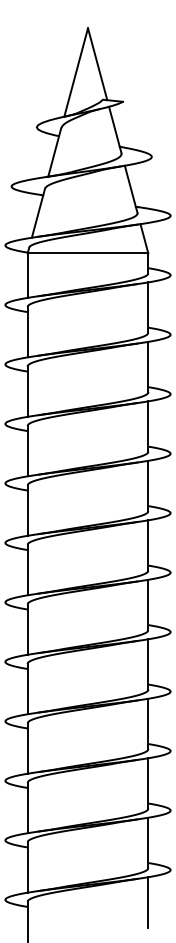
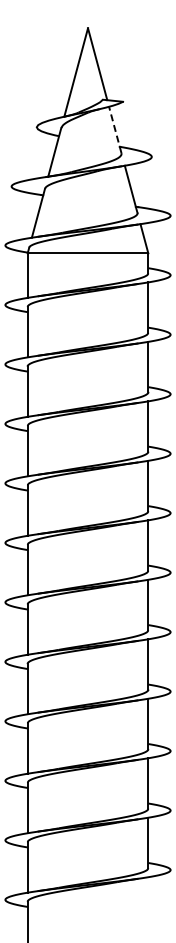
line at (115, 129): solid -> dashed
line at (148, 902): present -> none
